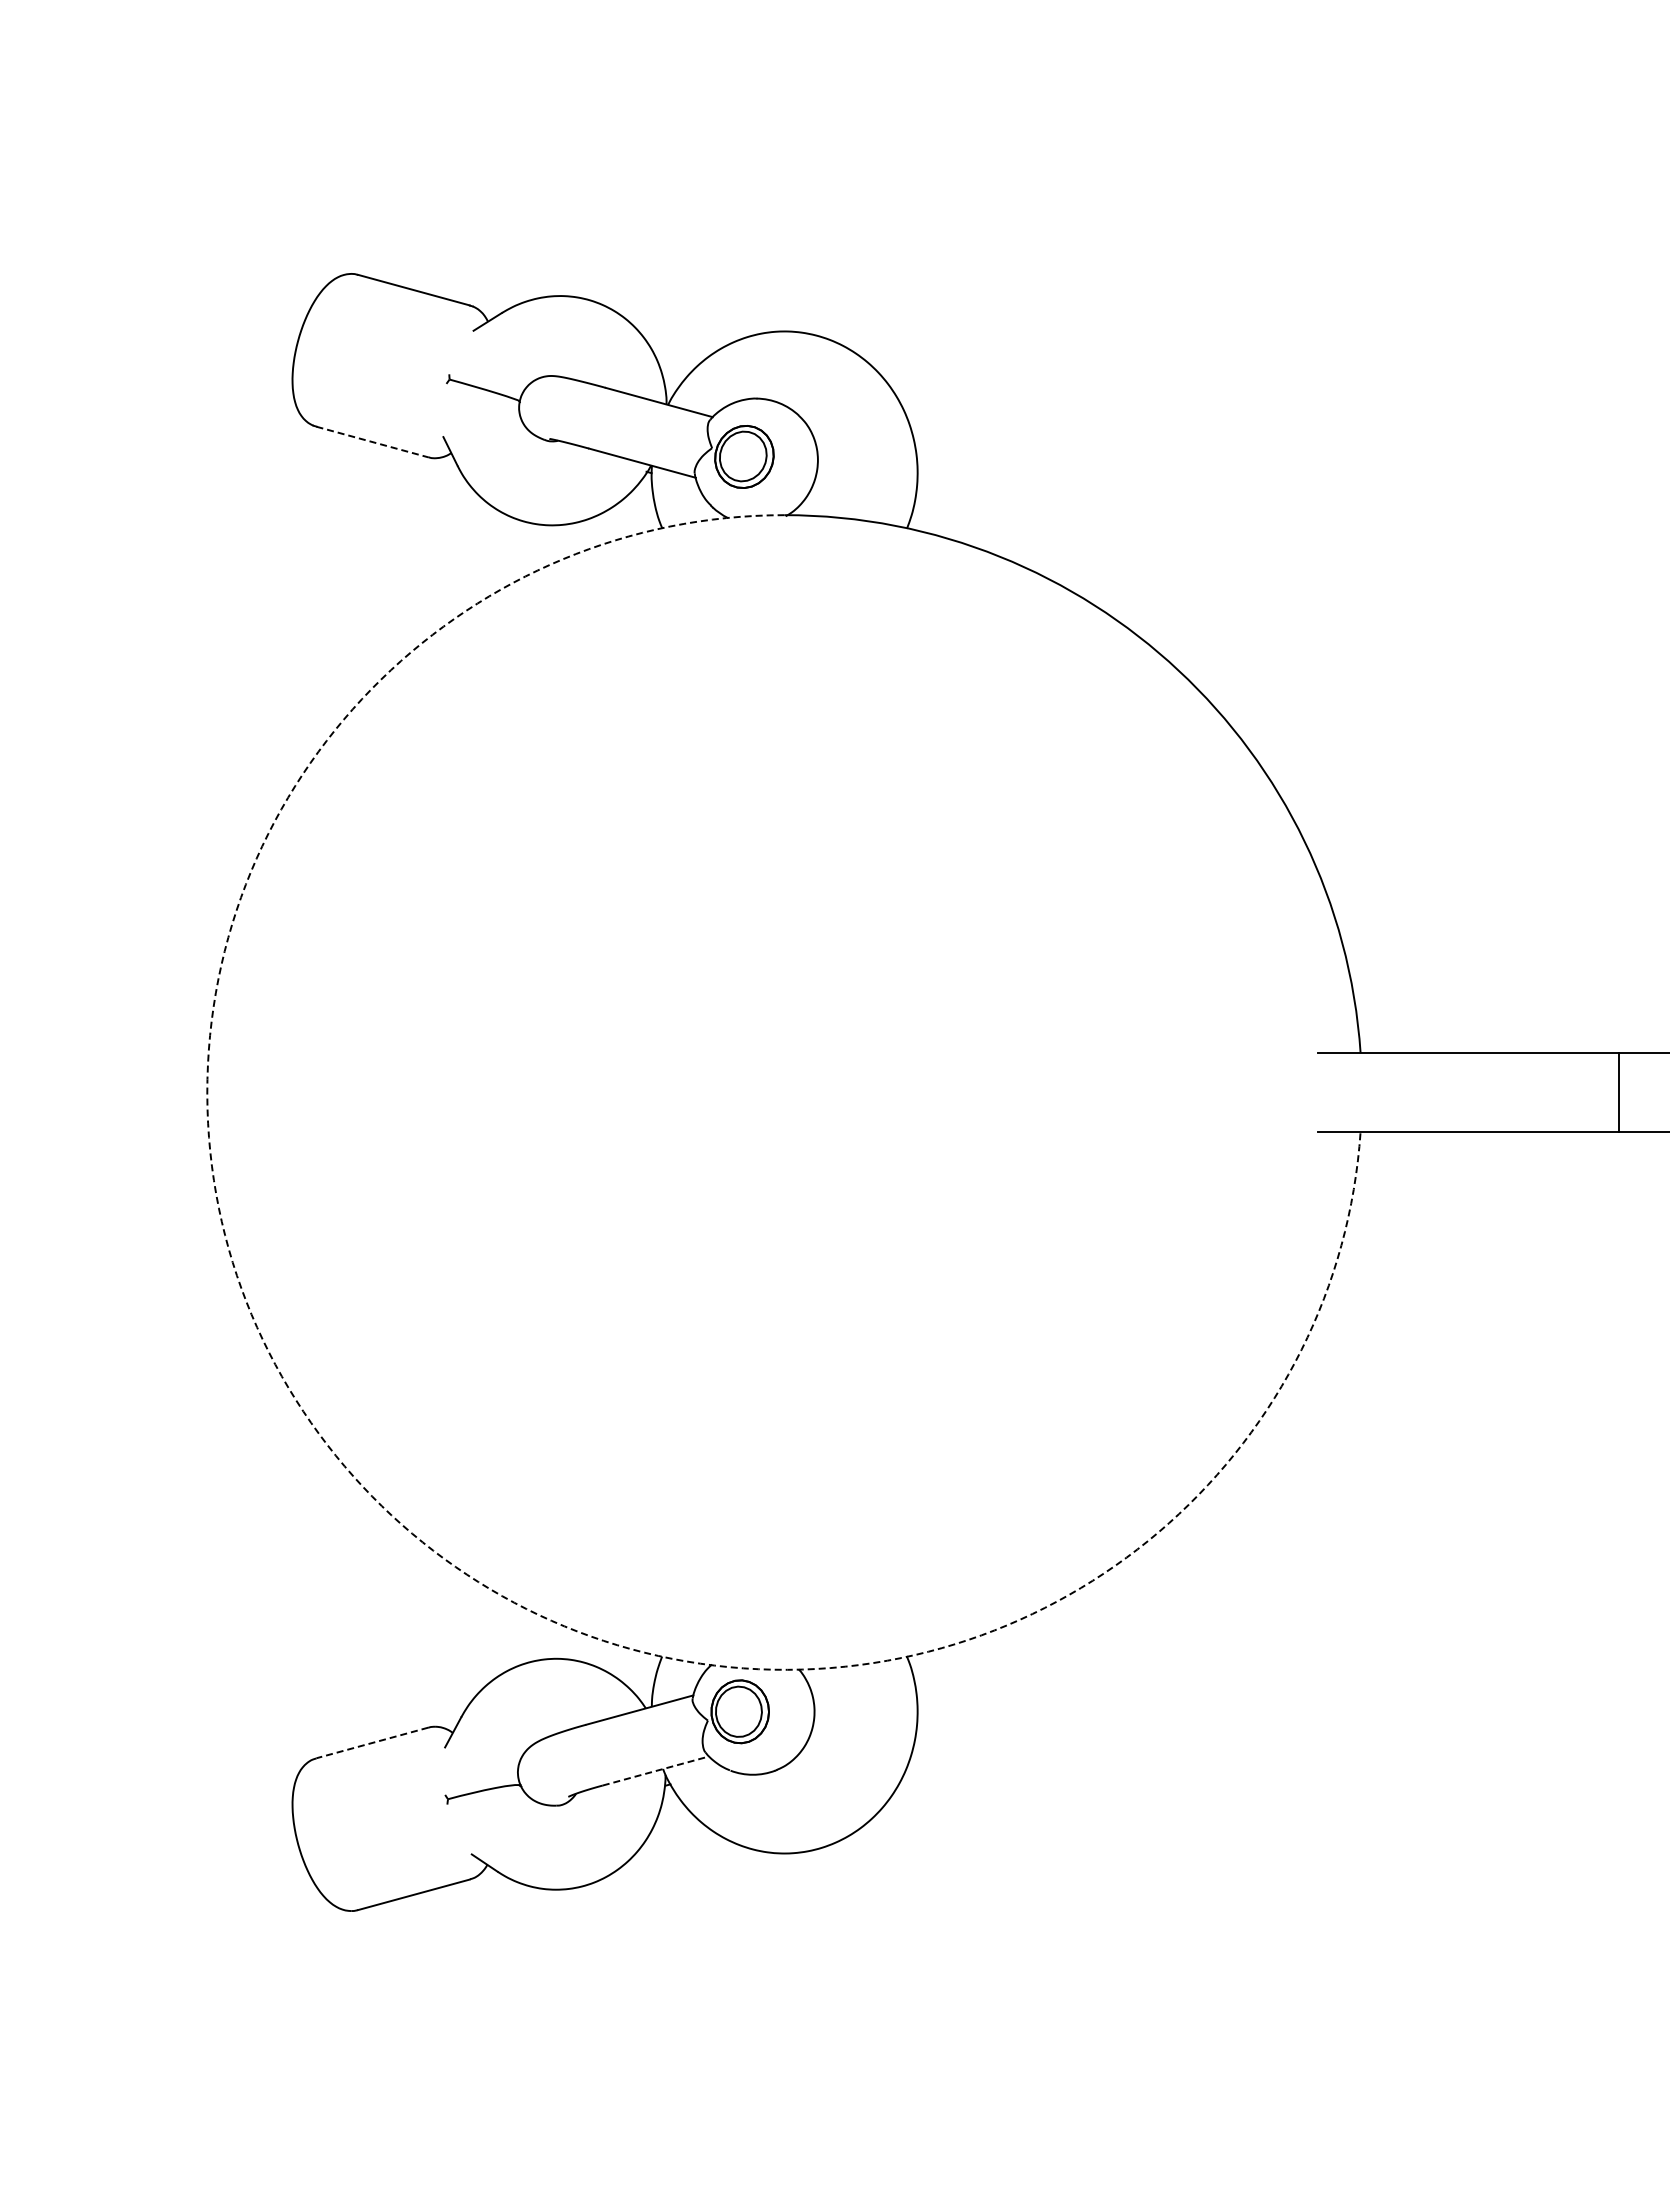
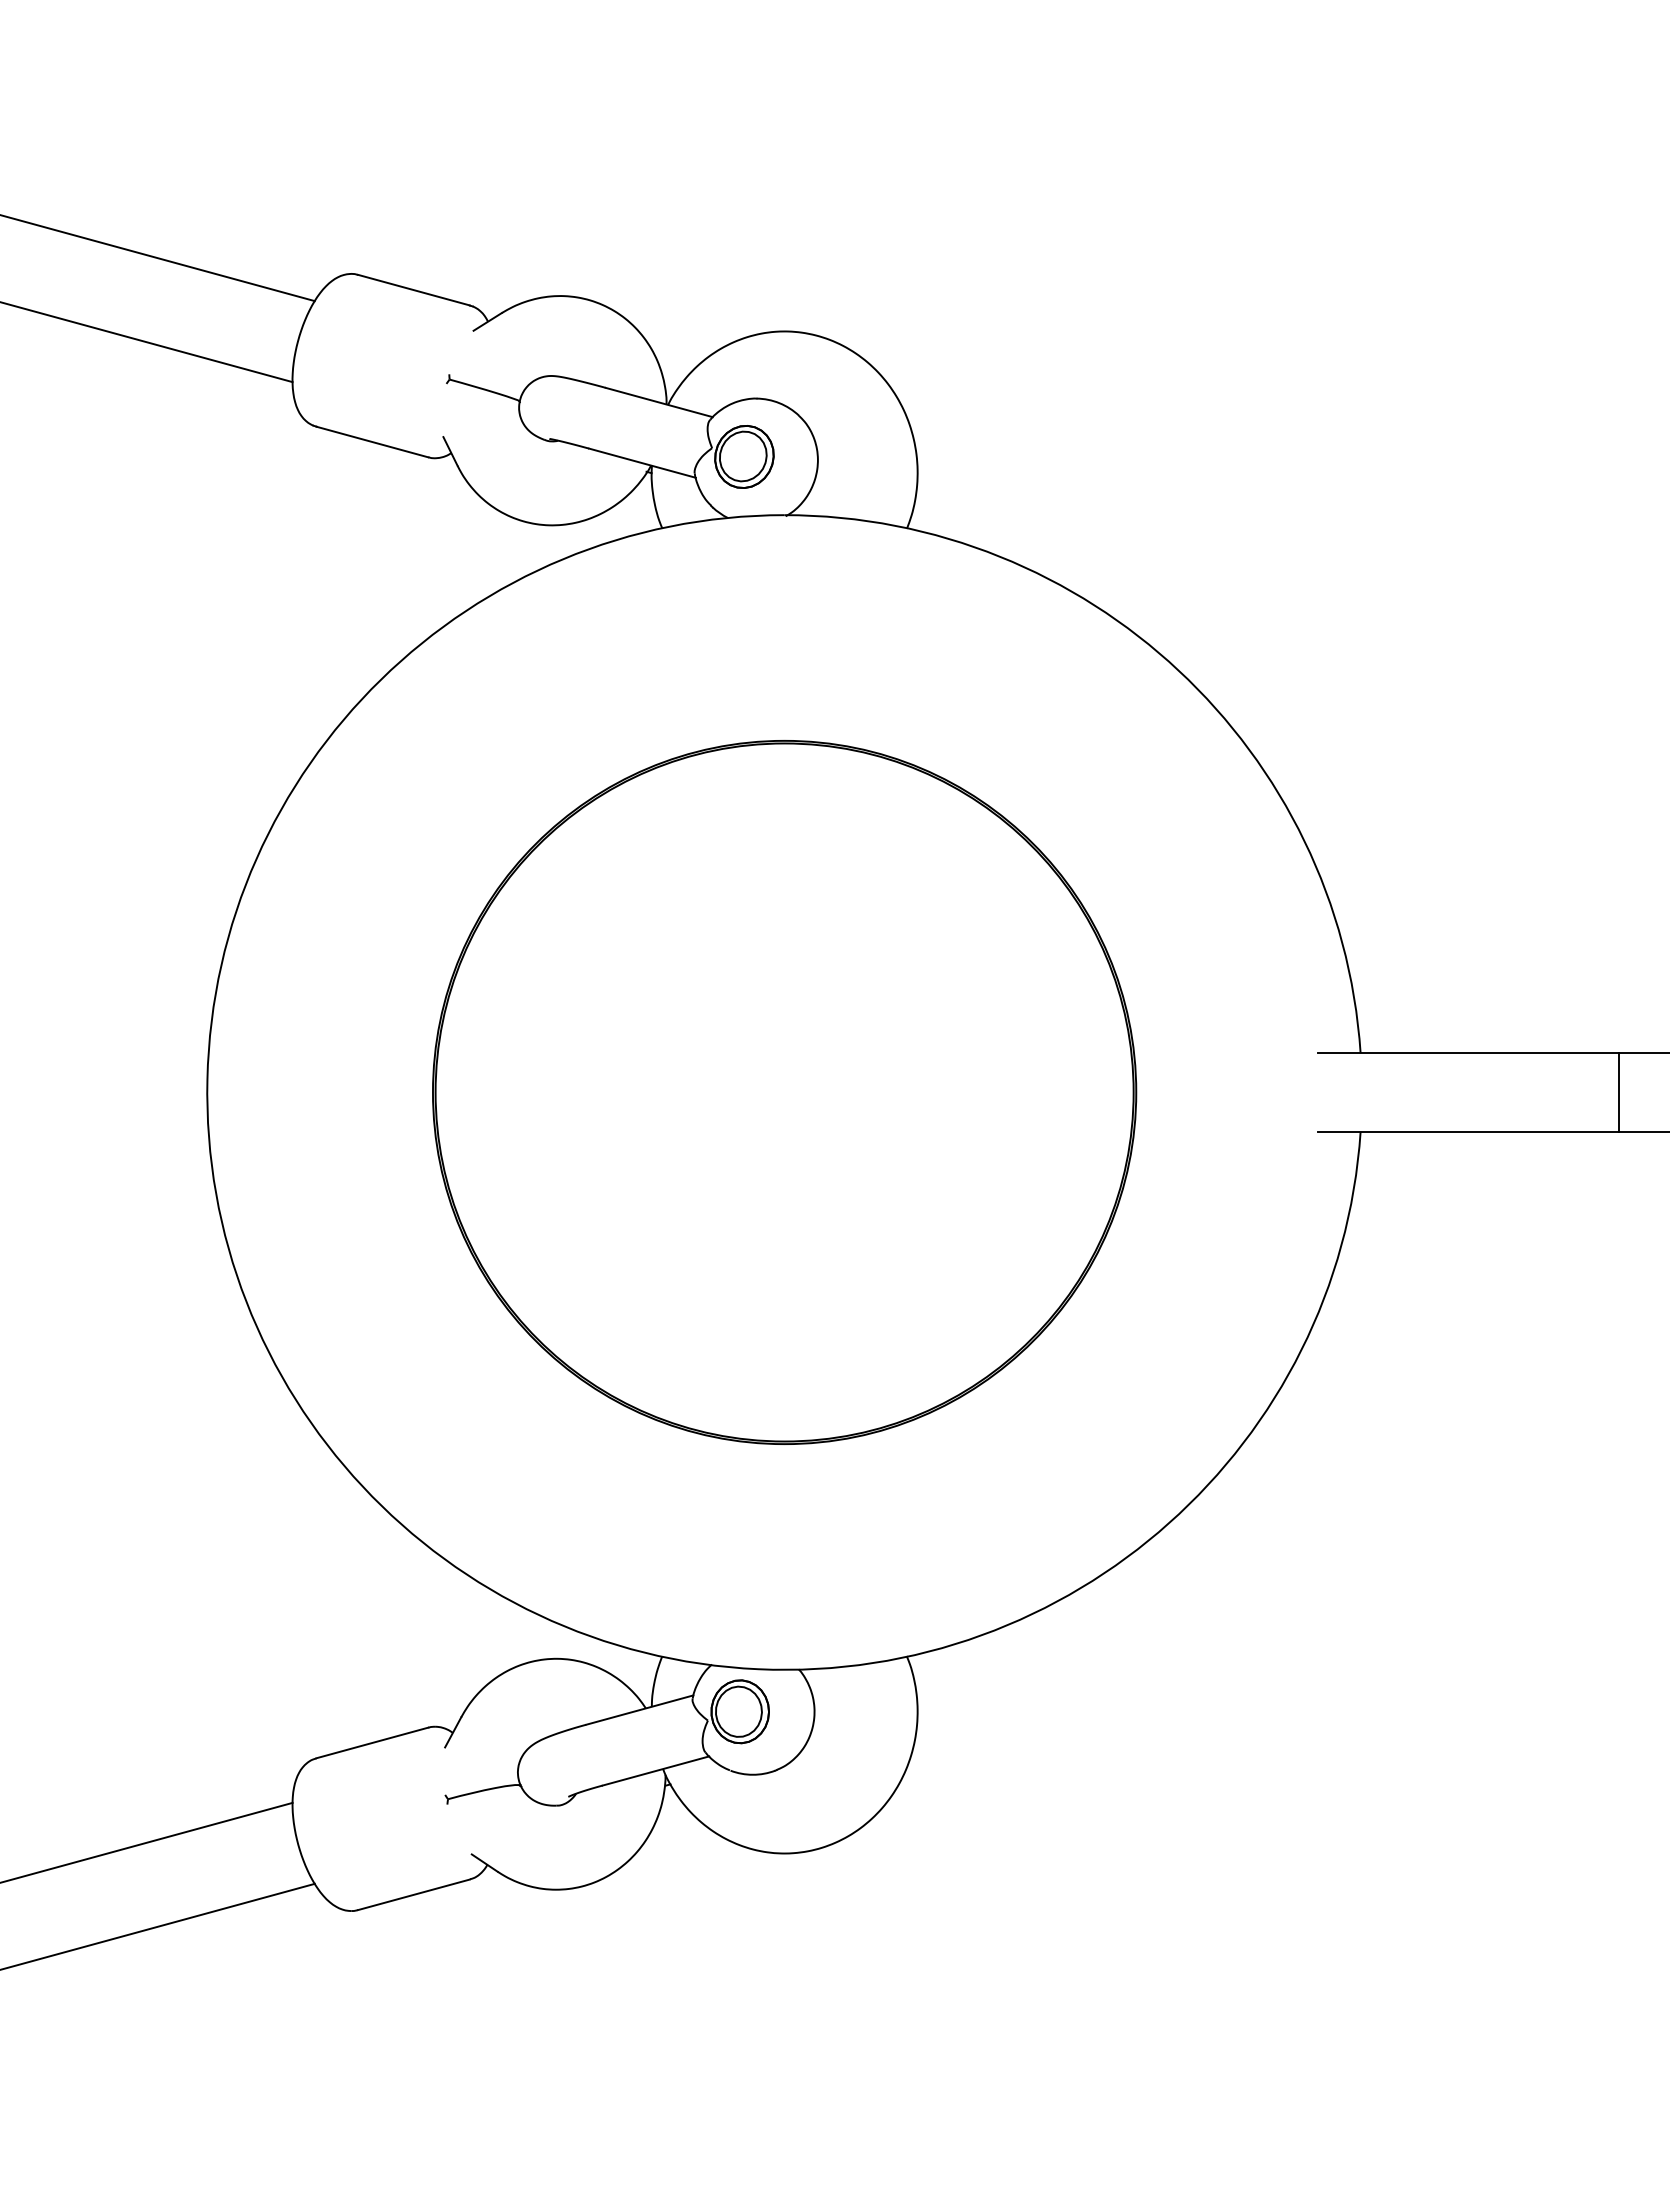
line at (158, 258): none -> present
line at (147, 342): none -> present
line at (372, 442): dashed -> solid
part at (784, 1092): none -> present
arc at (362, 1486): dashed -> solid
line at (372, 1742): dashed -> solid
line at (656, 1770): dashed -> solid
line at (147, 1842): none -> present
line at (158, 1926): none -> present
